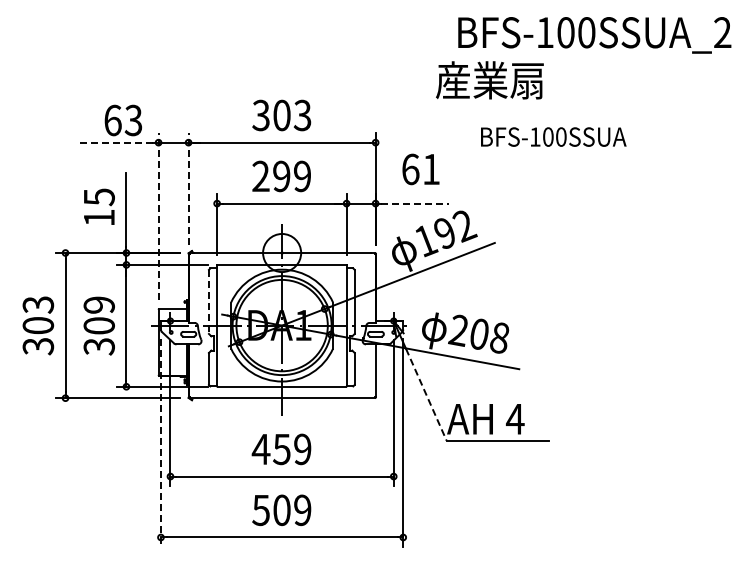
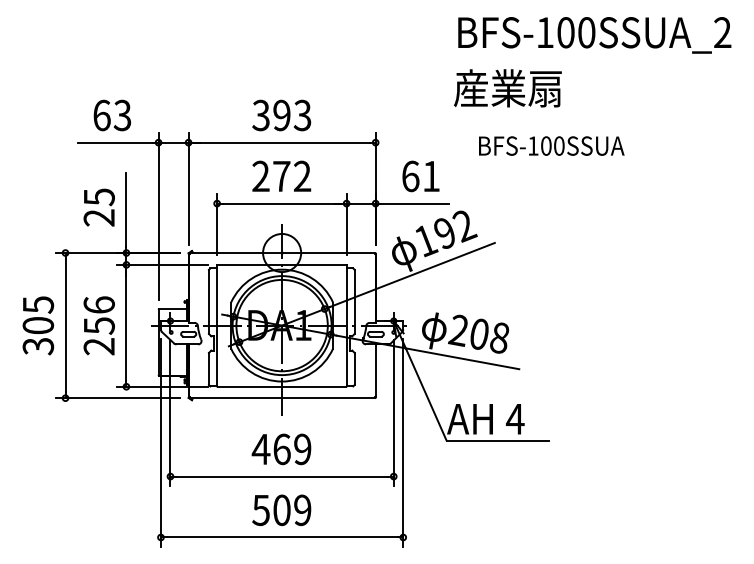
text at (489, 80) position: (489, 80) -> (507, 88)
text at (281, 115): 303 -> 393
text at (122, 120) position: (122, 120) -> (111, 115)
text at (553, 136) position: (553, 136) -> (551, 145)
line at (115, 142): dashed -> solid
text at (420, 169) position: (420, 169) -> (420, 176)
text at (292, 176): 299 -> 272
line at (188, 188): dashed -> solid
line at (415, 203): dashed -> solid
line at (158, 216): dashed -> solid
text at (98, 217): 15 -> 25
line at (208, 302): dashed -> solid
text at (37, 304): 303 -> 305
text at (98, 325): 309 -> 256
line at (426, 395): dashed -> solid
line at (160, 443): dashed -> solid
text at (281, 449): 459 -> 469
